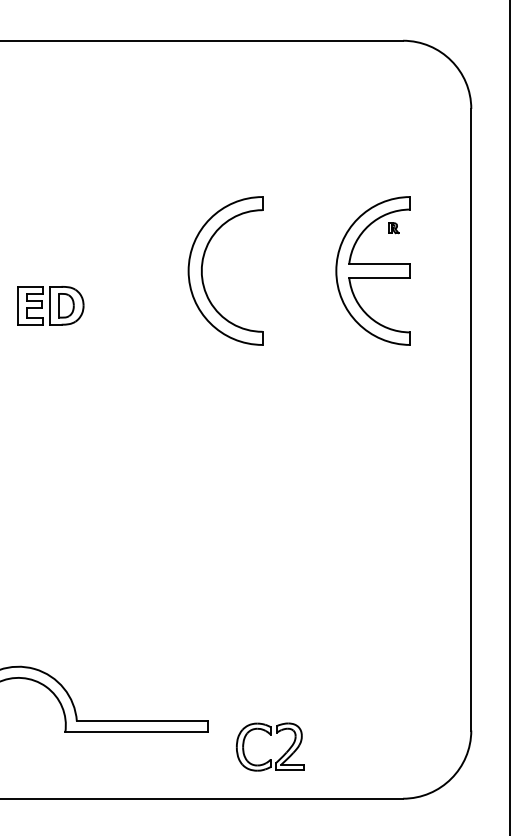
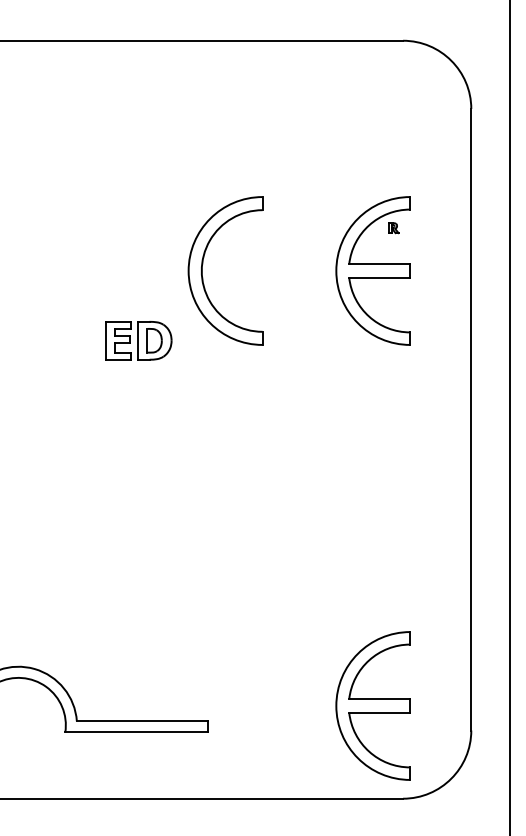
part at (50, 305) position: (50, 305) -> (138, 340)
part at (372, 705): none -> present
part at (270, 735): present -> none
